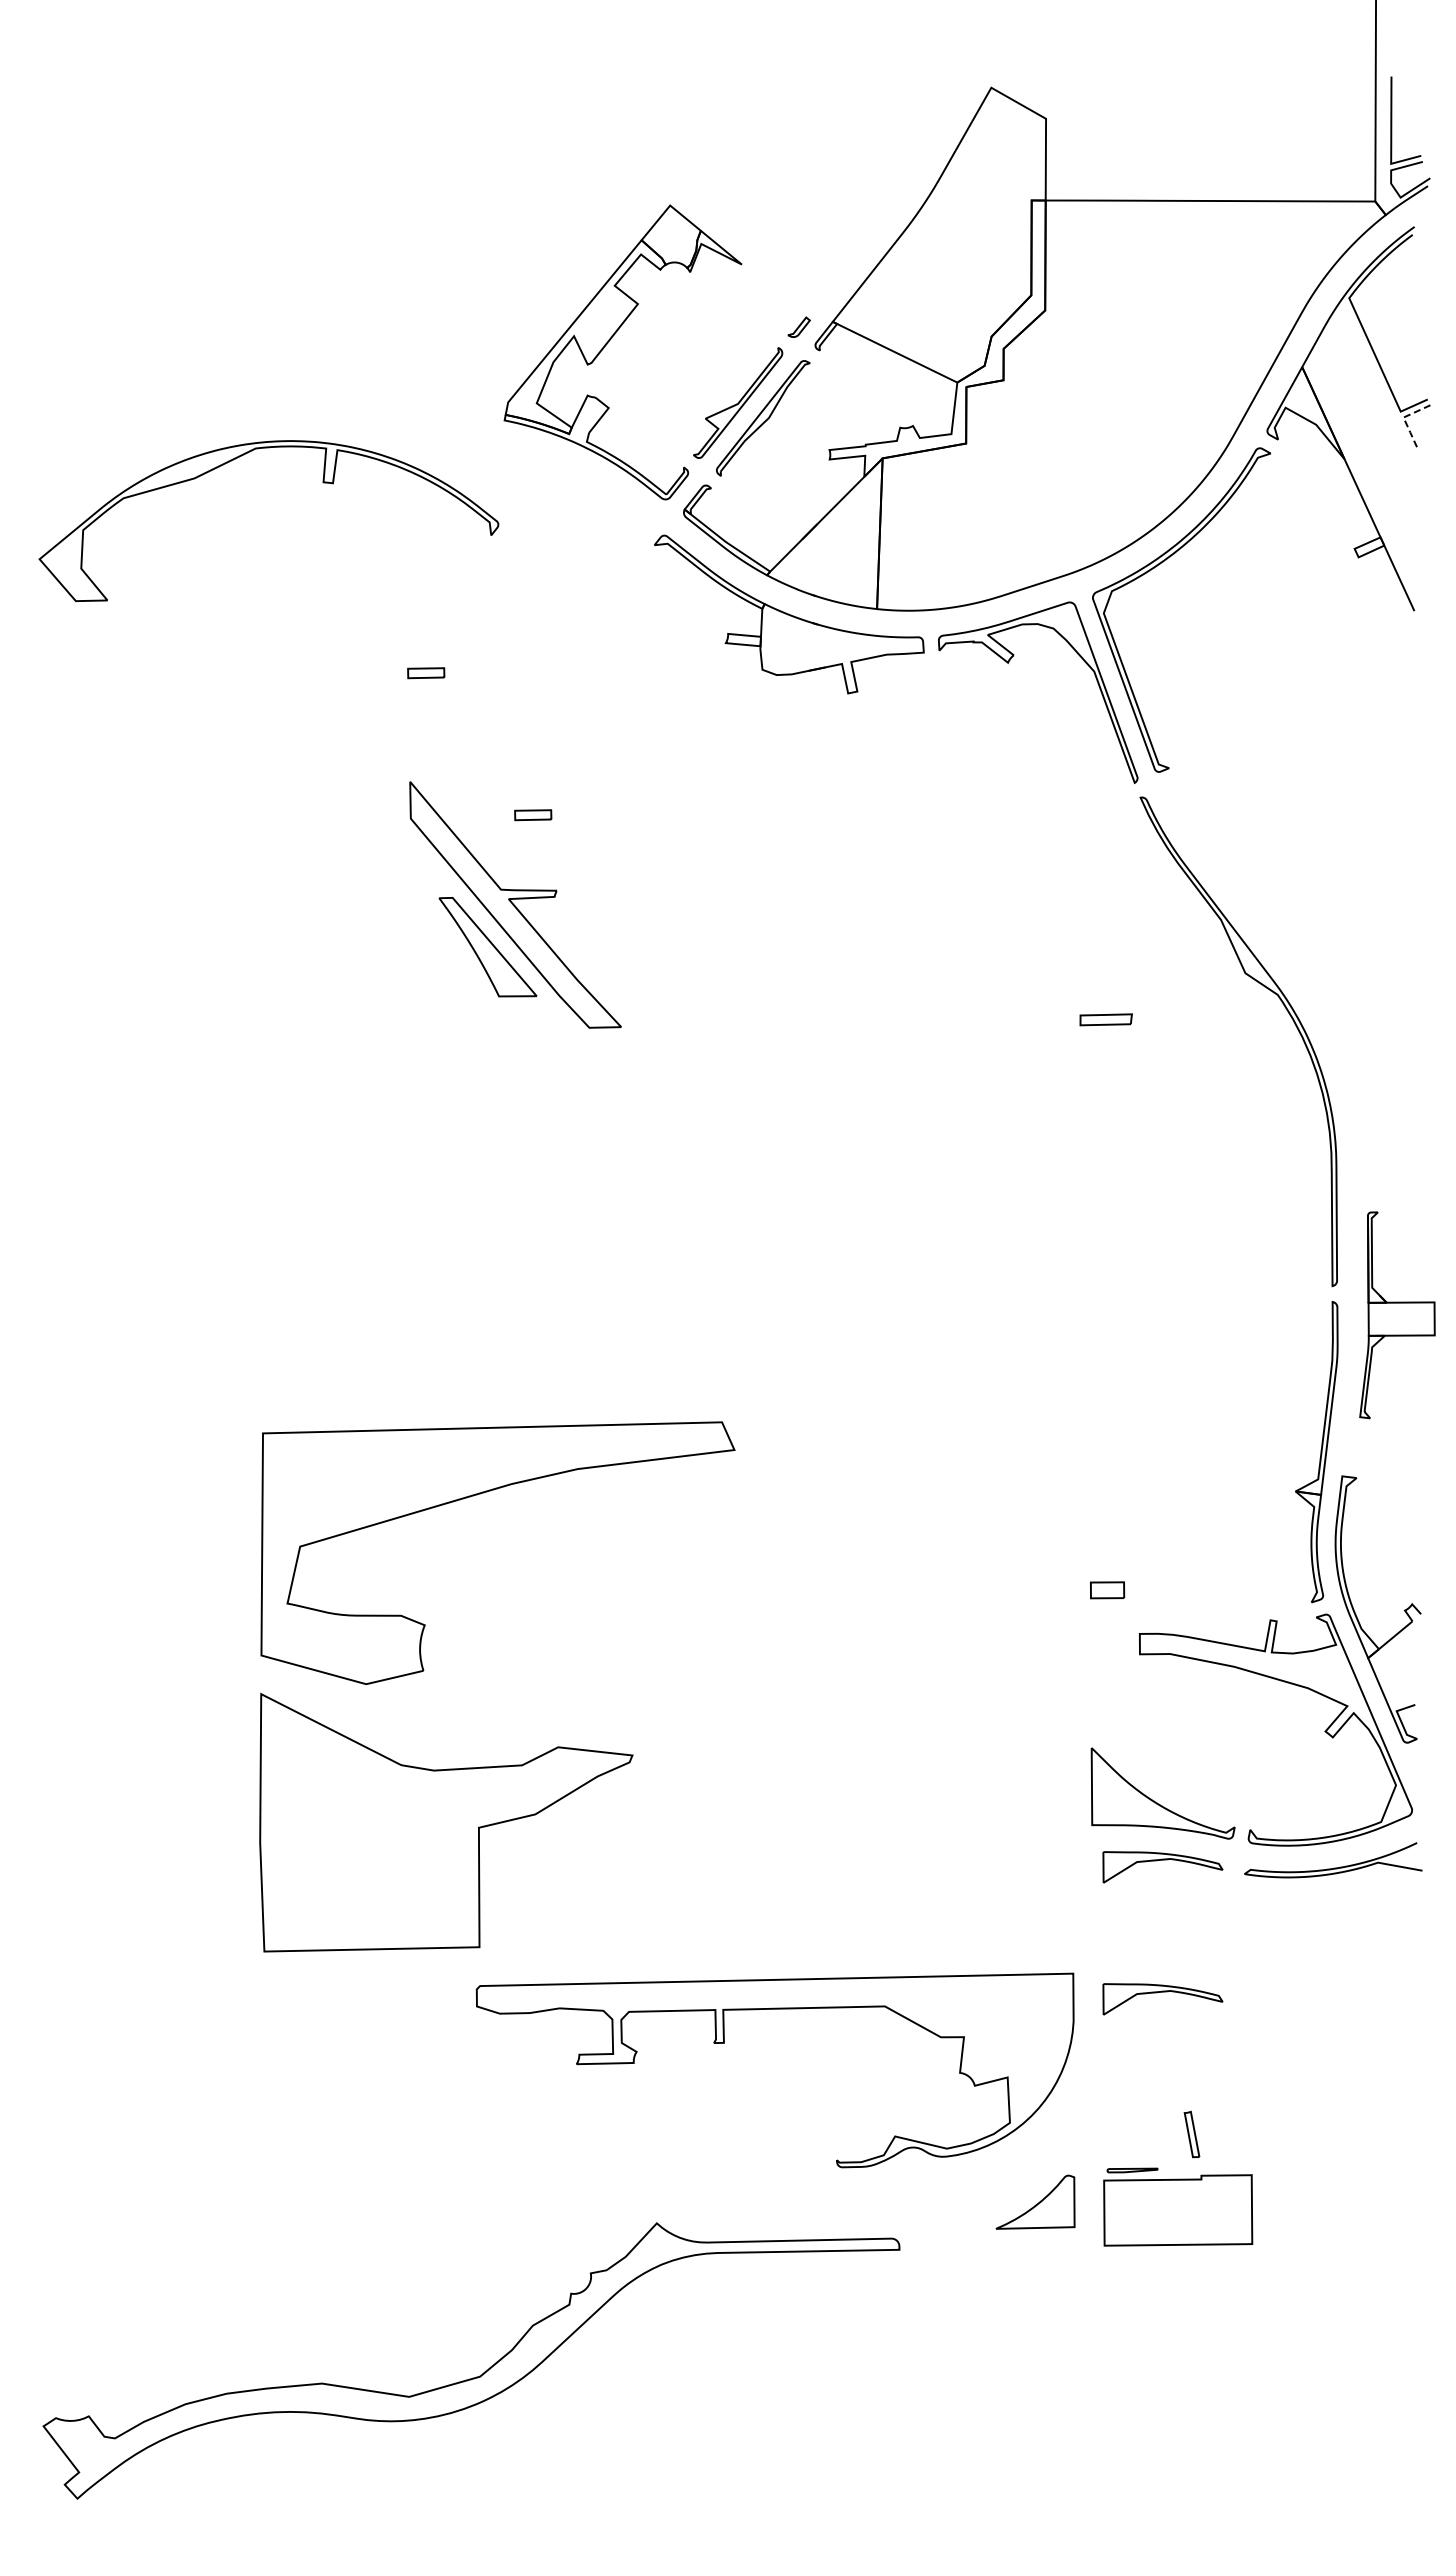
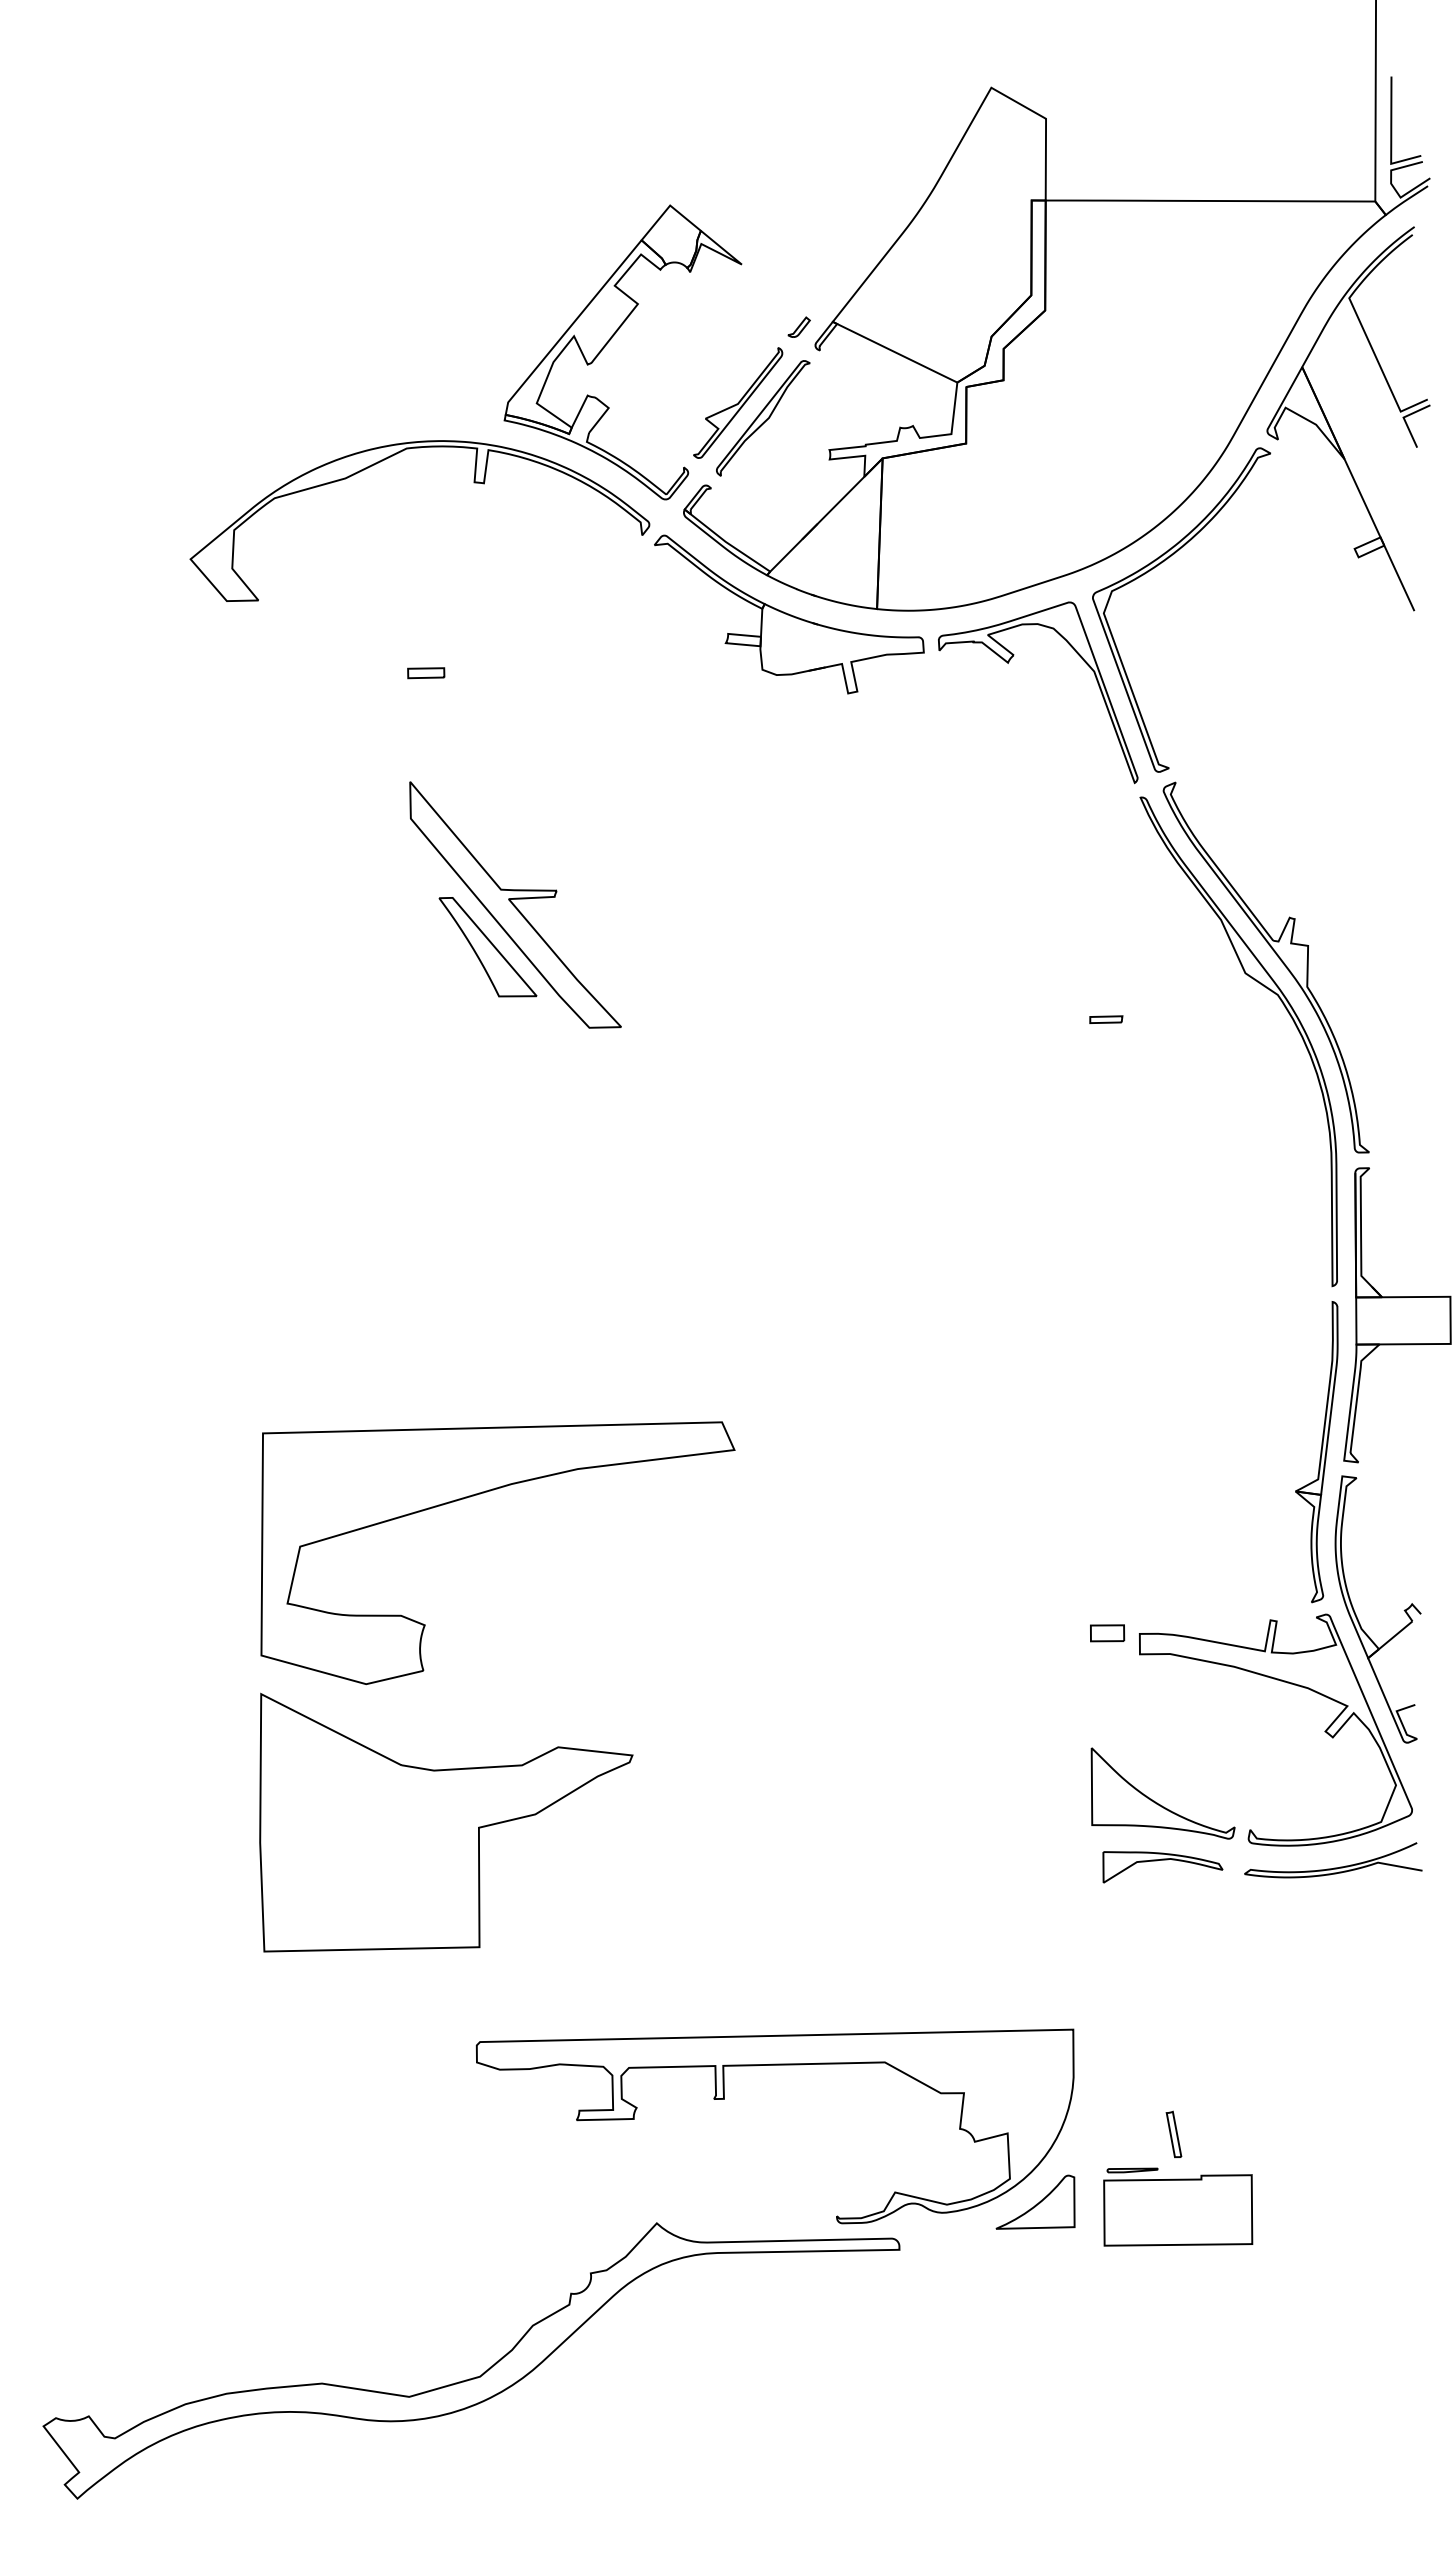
line at (1404, 419): dashed -> solid
part at (322, 482) position: (322, 482) -> (473, 482)
part at (533, 815): present -> none
part at (1278, 958): none -> present
part at (1105, 1019) size: 54x14 px -> 35x9 px
part at (1397, 1315) size: 77x209 px -> 109x297 px
part at (1107, 1590) position: (1107, 1590) -> (1107, 1633)
part at (1162, 1992): present -> none
part at (724, 2043) position: (724, 2043) -> (724, 2099)
part at (1191, 2134) position: (1191, 2134) -> (1173, 2134)
